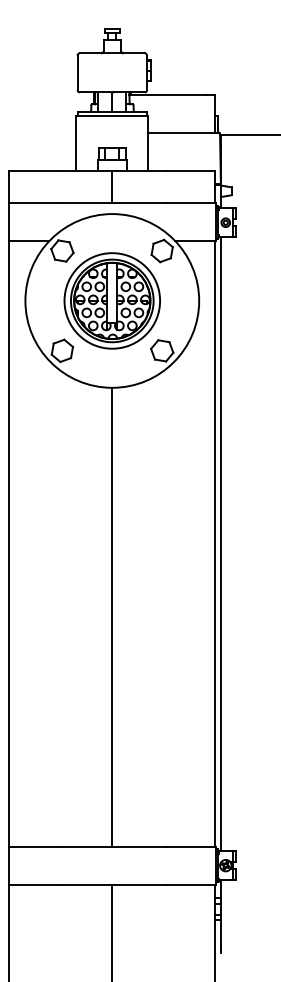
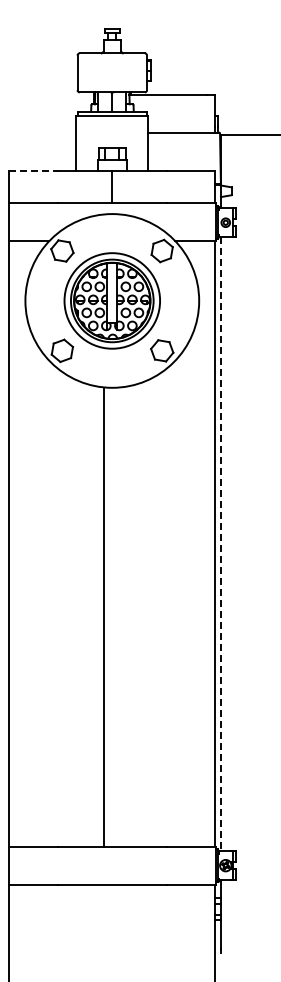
line at (34, 170): solid -> dashed
line at (220, 544): solid -> dashed
line at (112, 617) position: (112, 617) -> (104, 617)
line at (112, 931): present -> none
